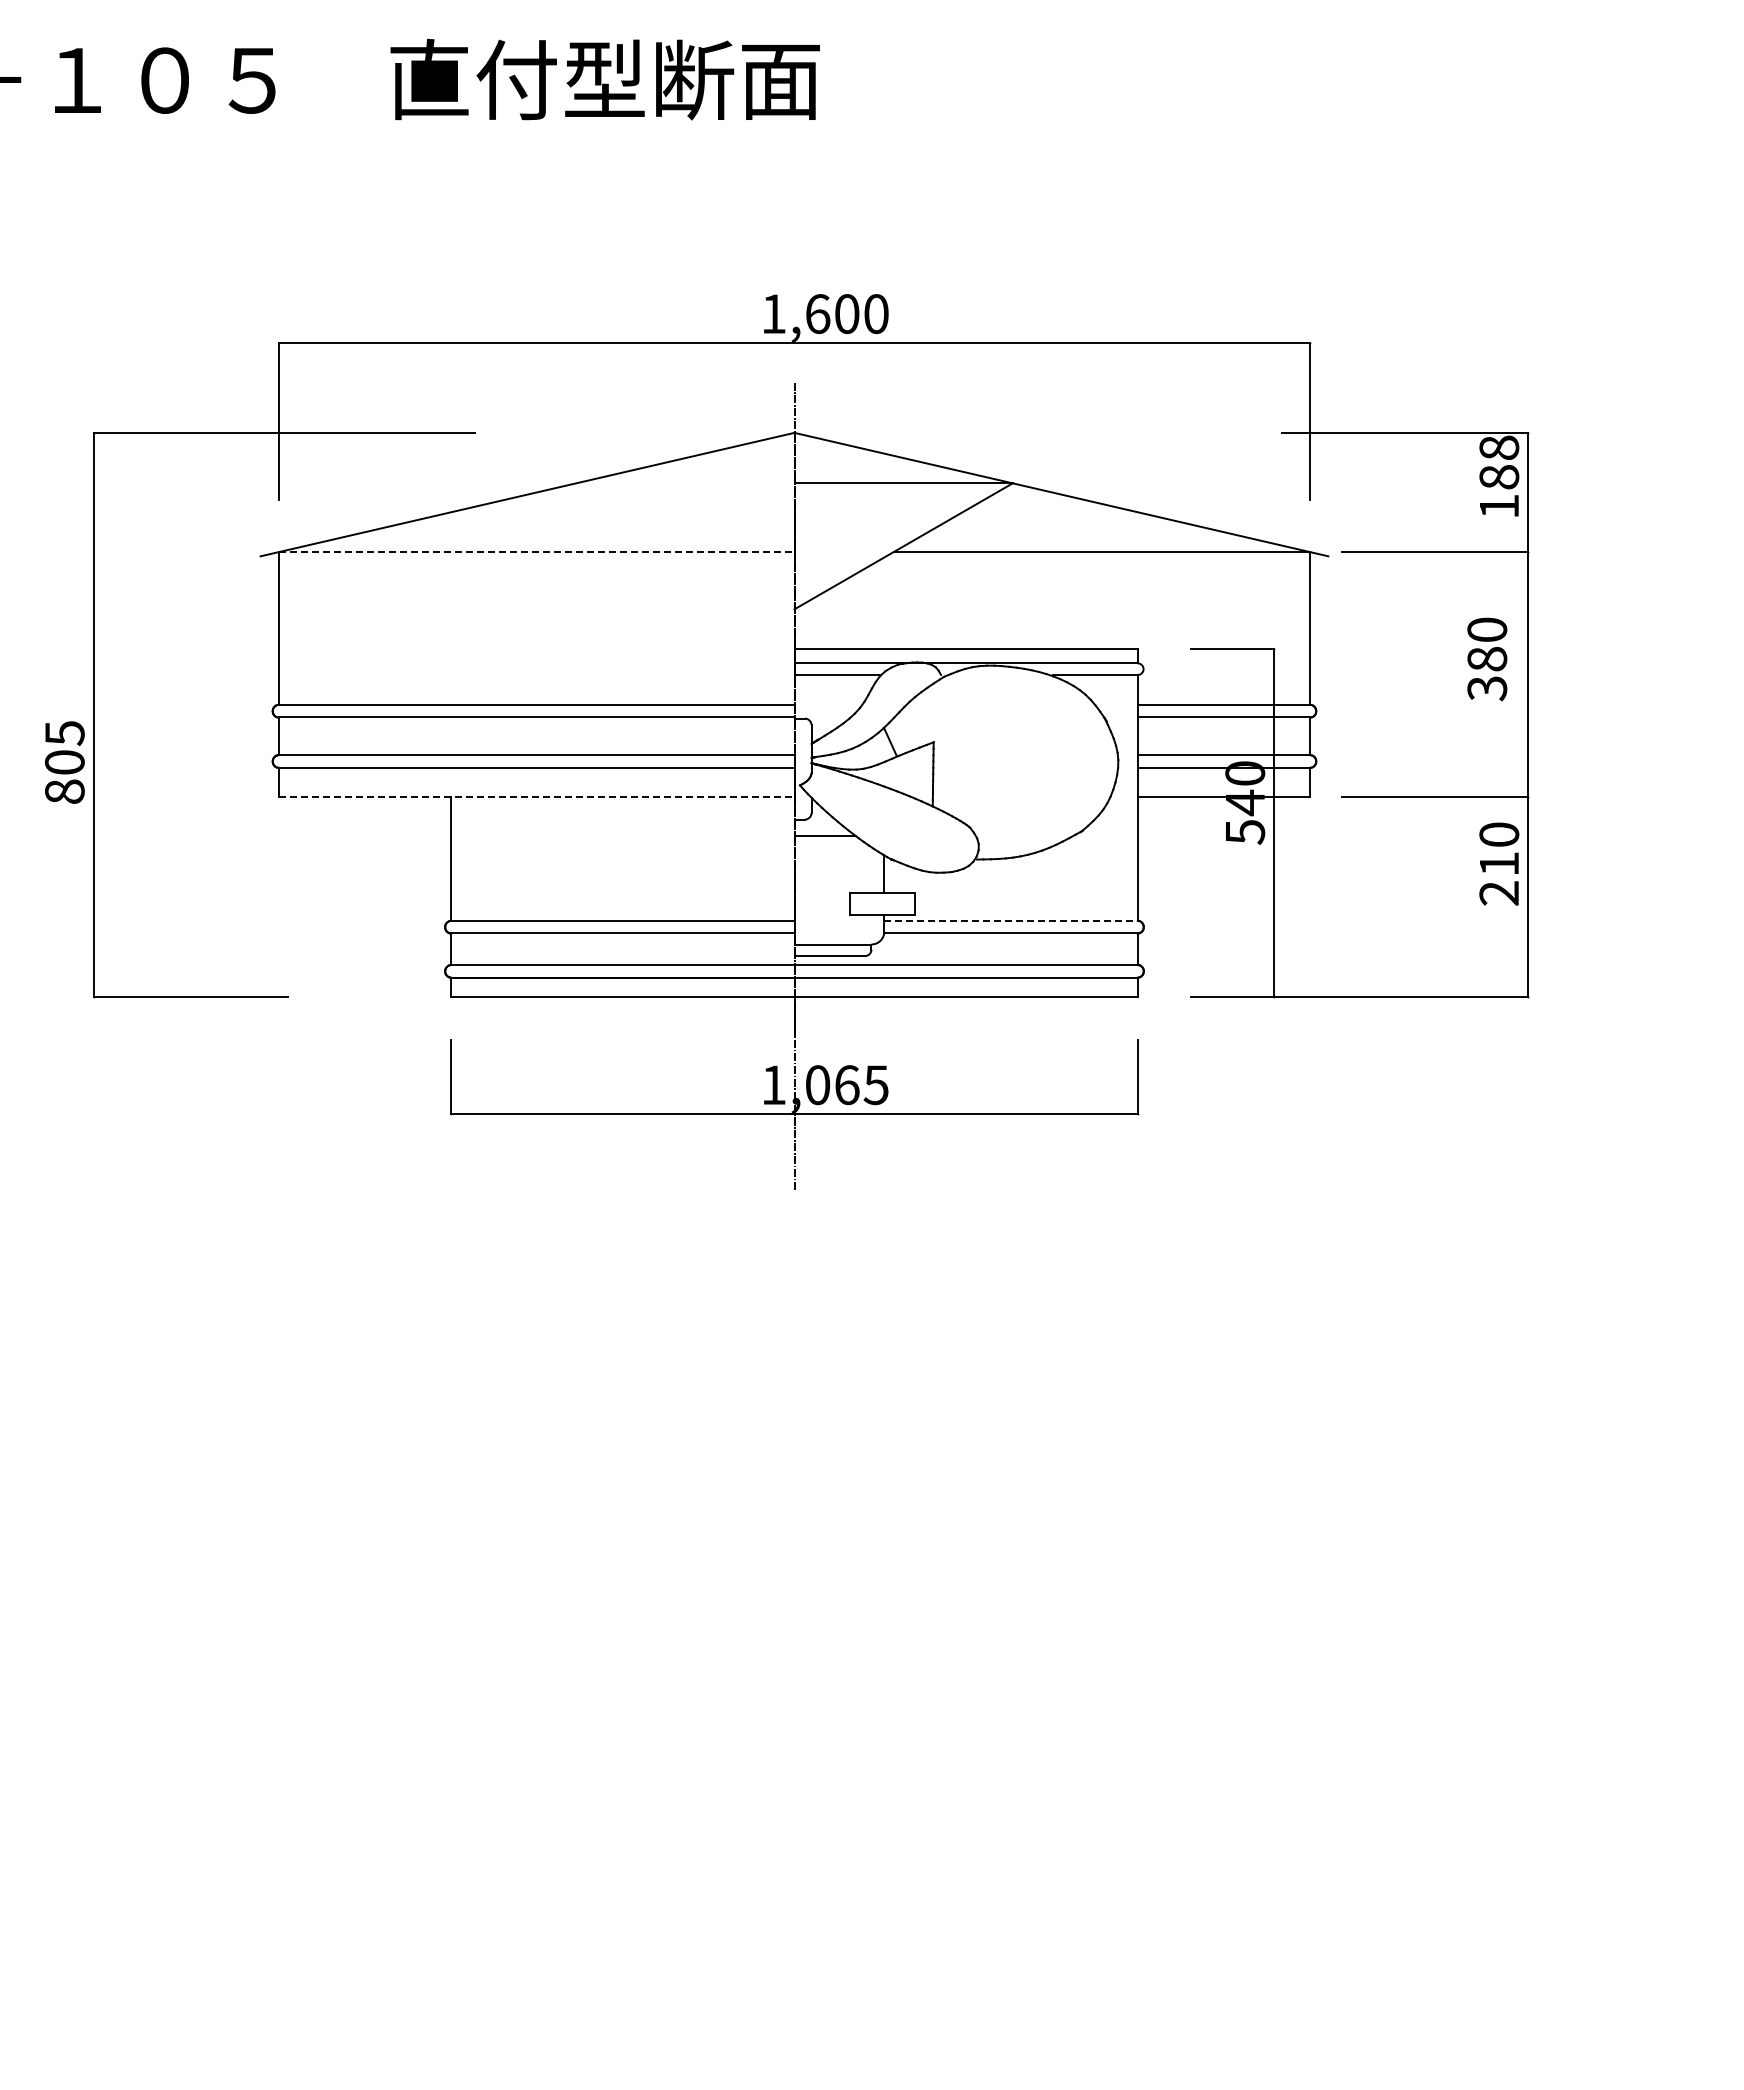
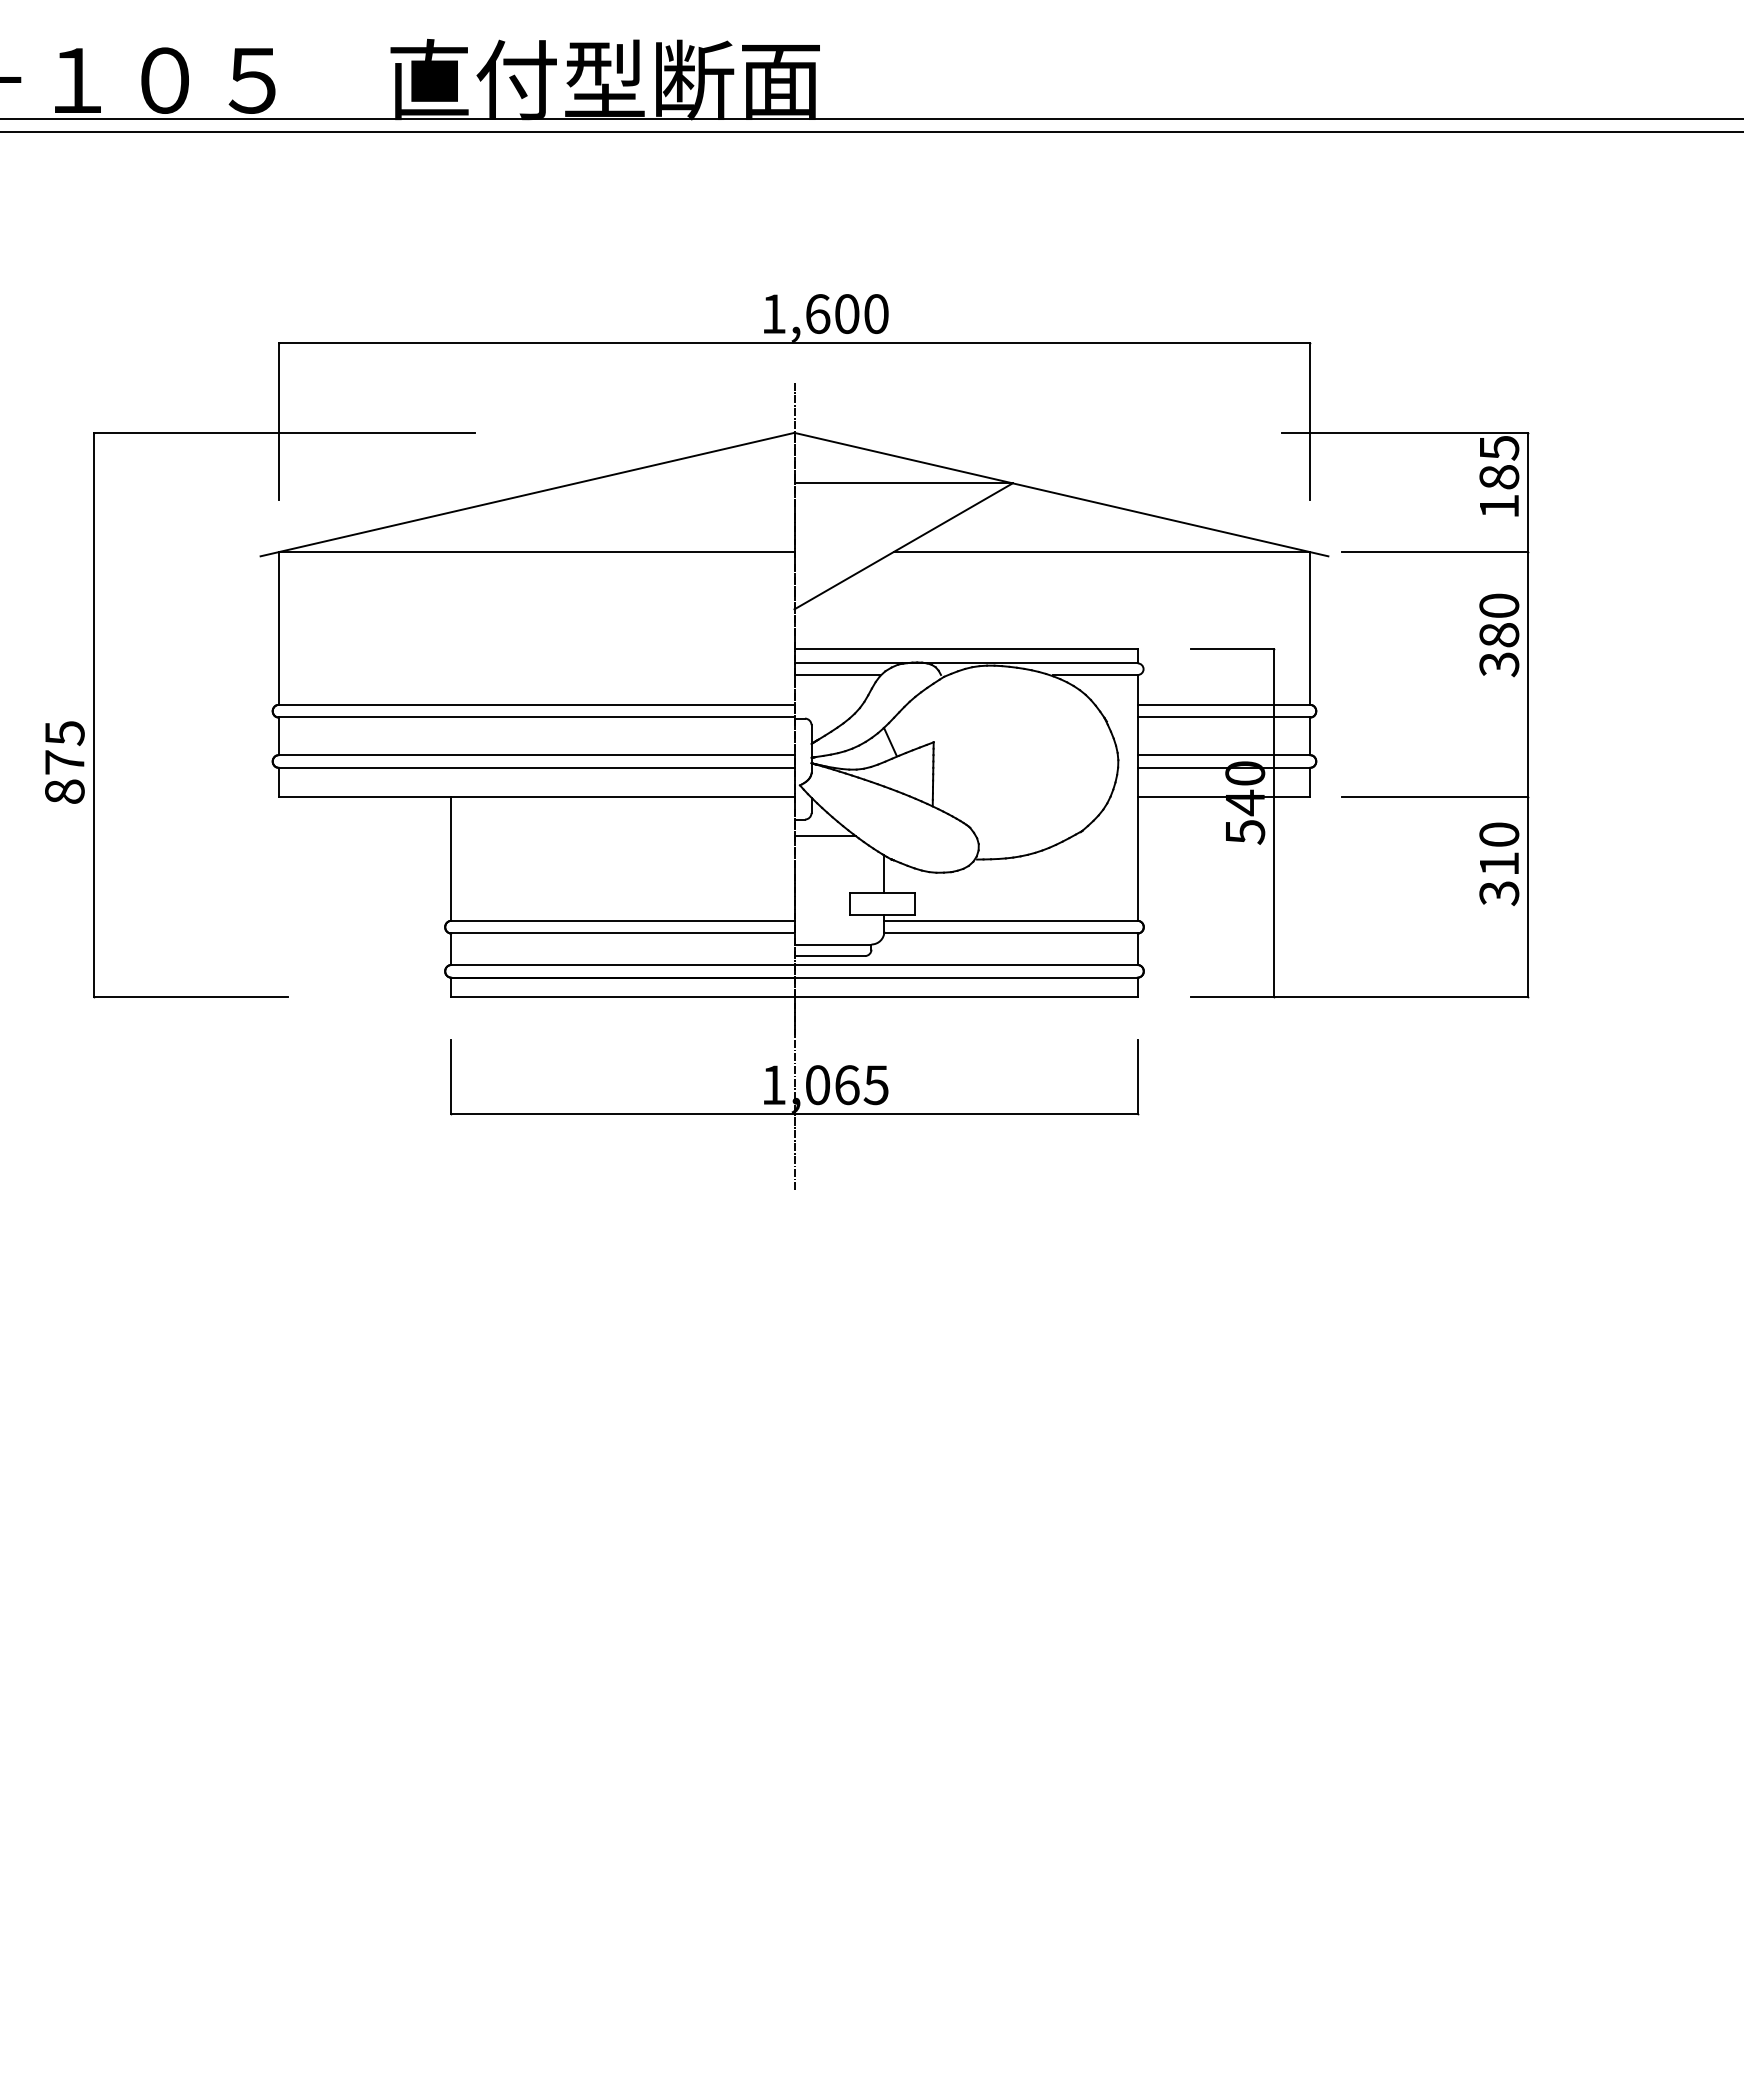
line at (871, 119): none -> present
line at (871, 132): none -> present
text at (1499, 447): 188 -> 185
line at (536, 552): dashed -> solid
text at (1487, 659) position: (1487, 659) -> (1499, 635)
text at (64, 762): 805 -> 875
line at (536, 797): dashed -> solid
text at (1499, 893): 210 -> 310
line at (1011, 920): dashed -> solid
